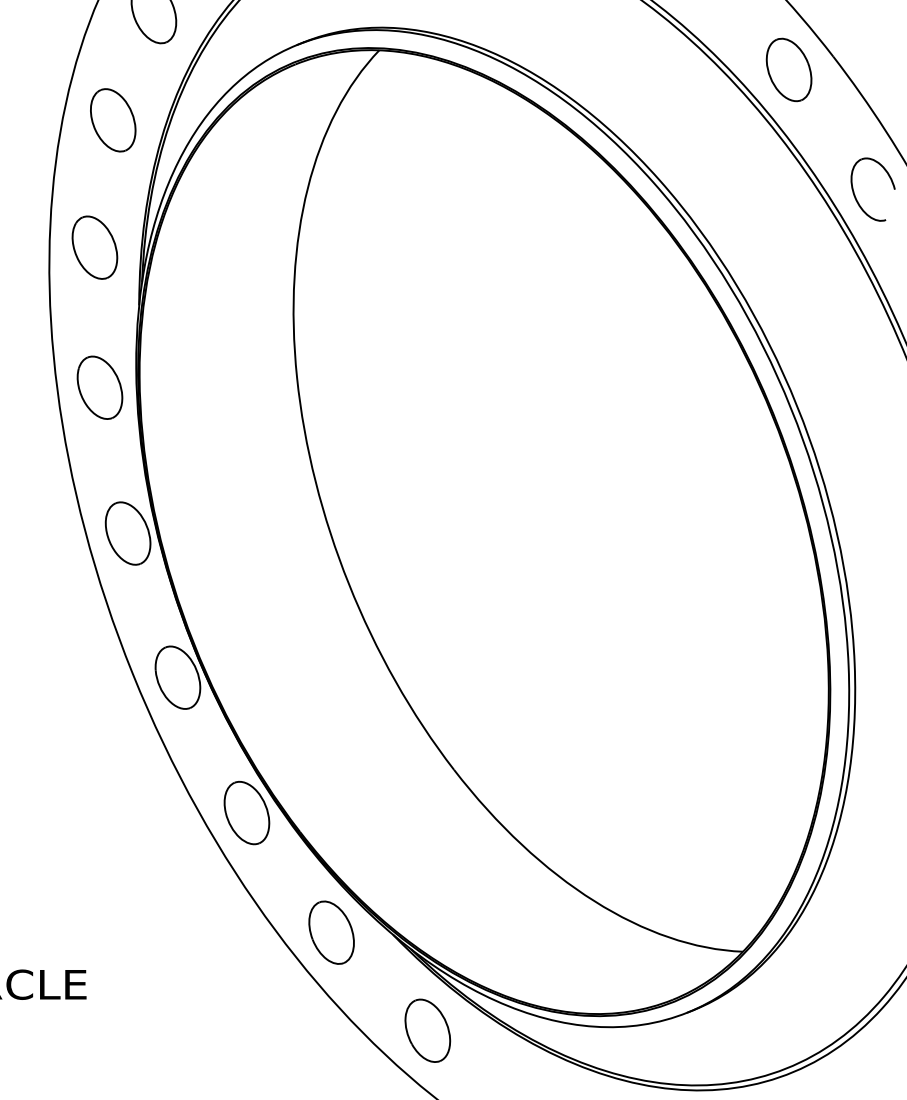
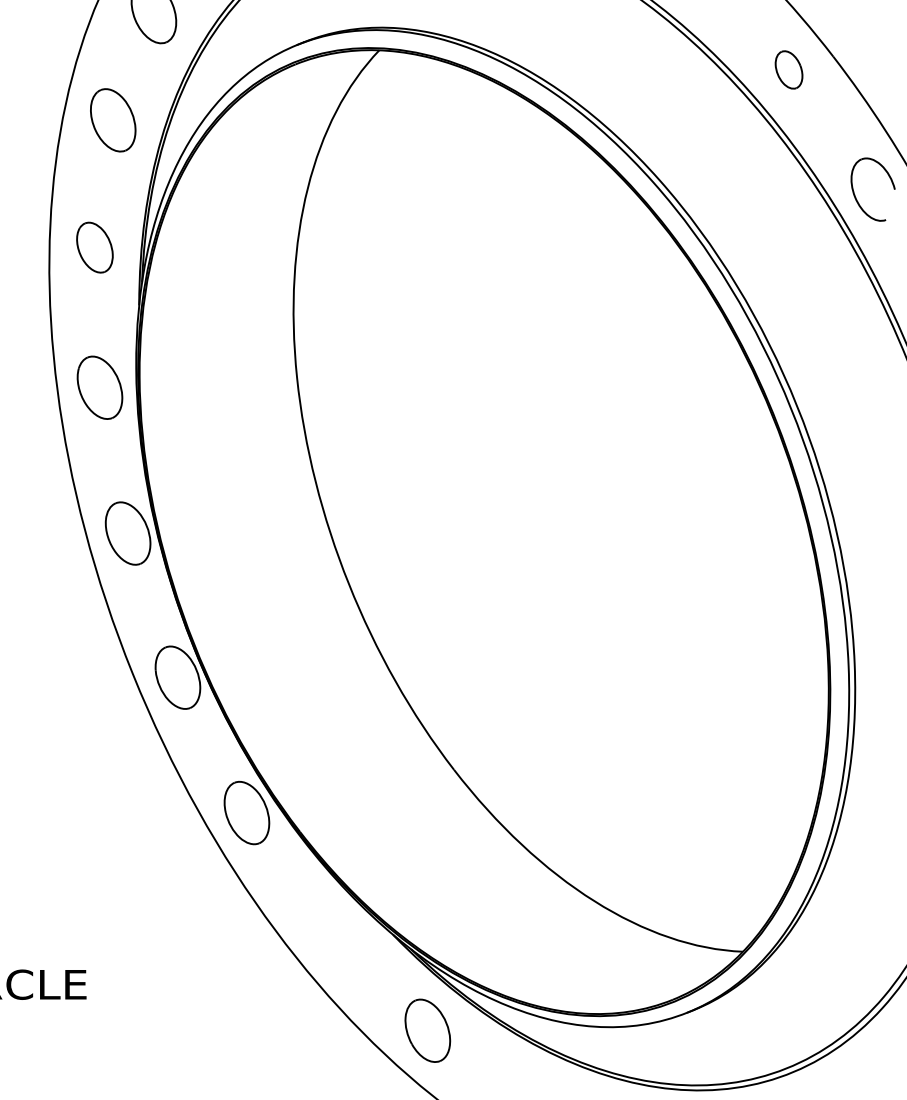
part at (788, 69) size: 48x66 px -> 30x40 px
part at (94, 247) size: 48x65 px -> 38x53 px
part at (331, 932): present -> none
